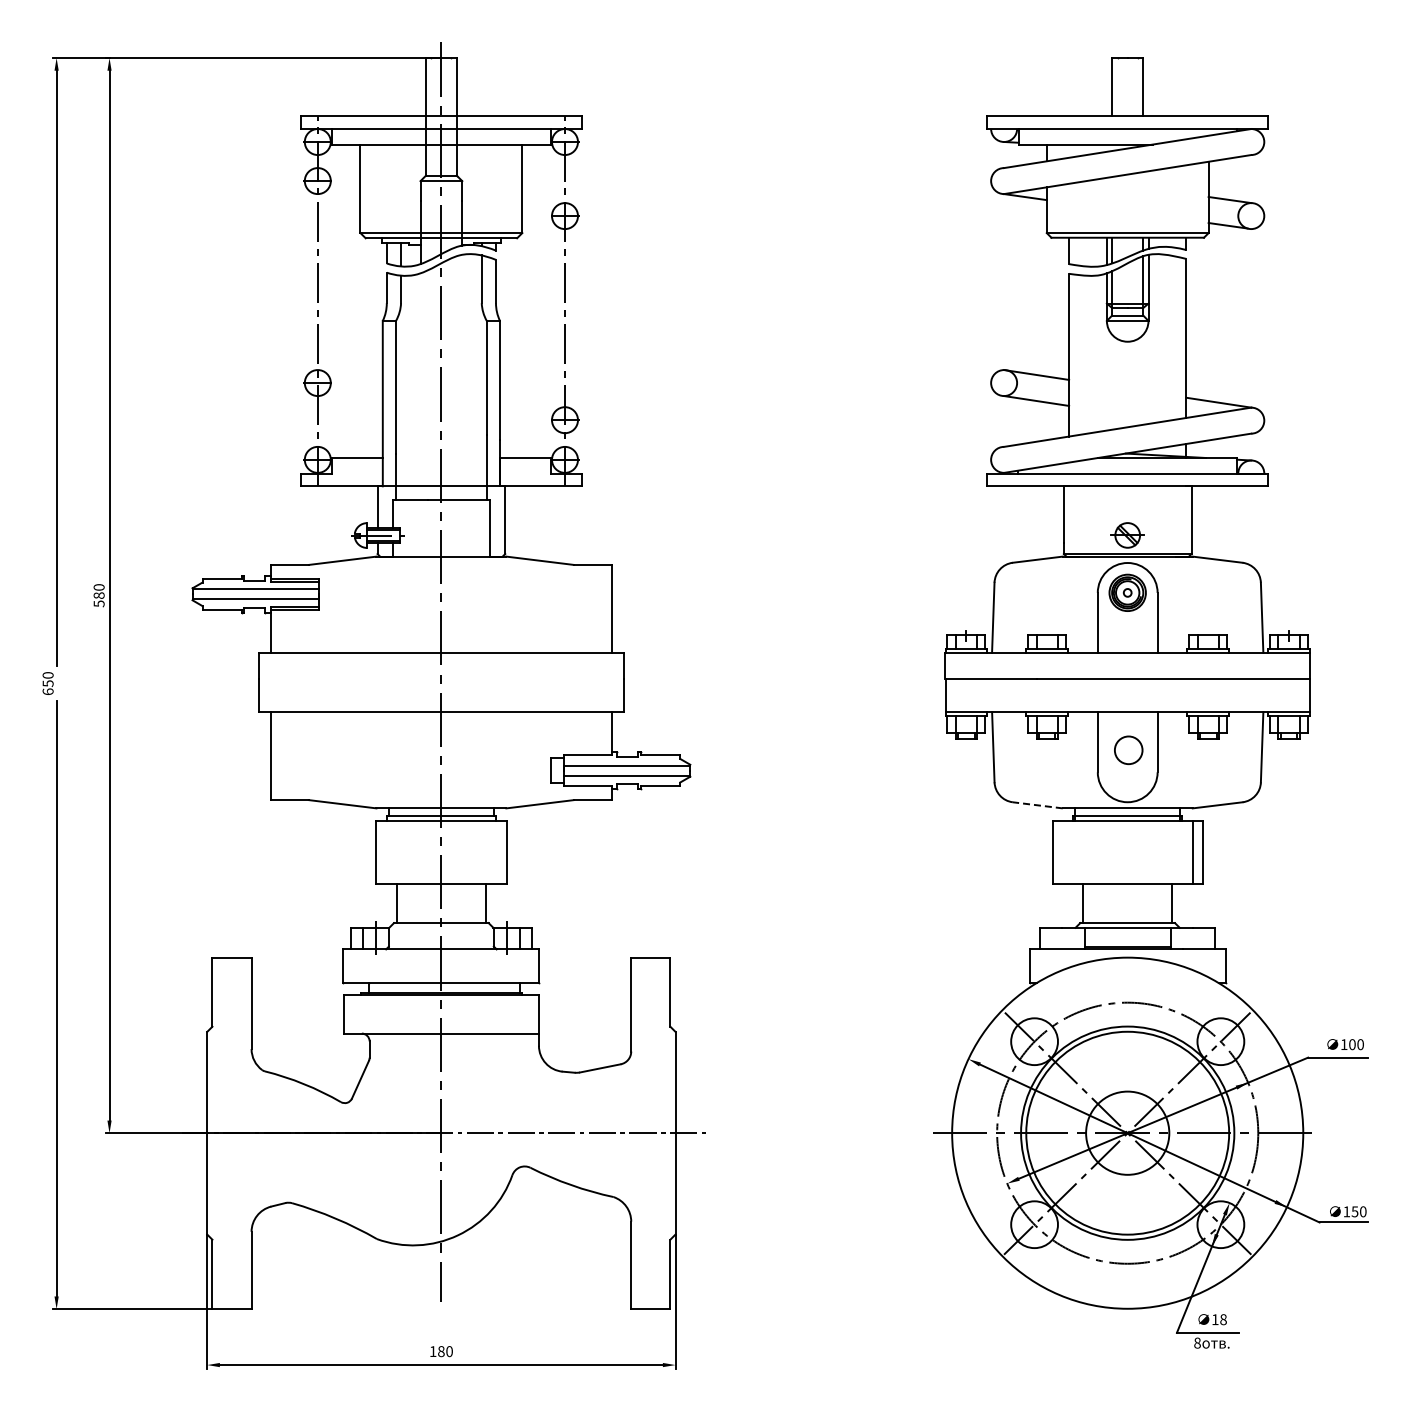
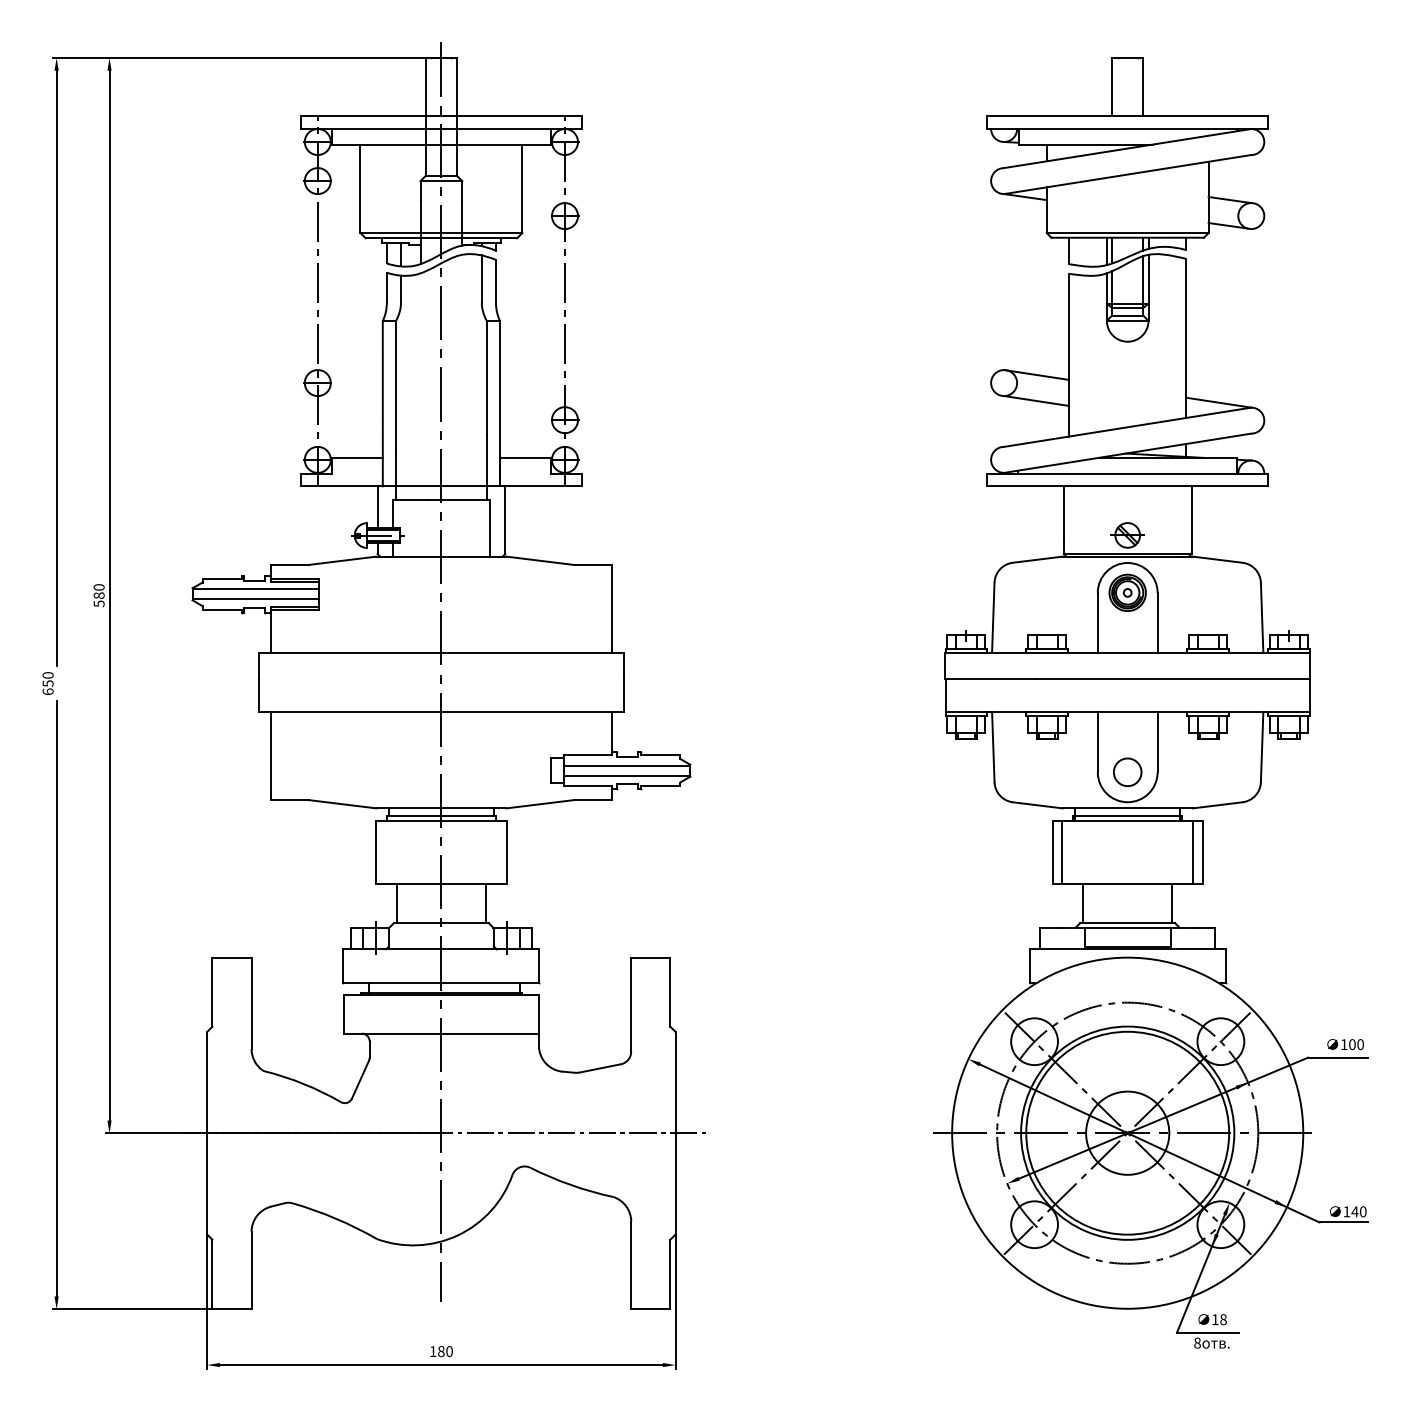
circle at (1128, 750) position: (1128, 750) -> (1127, 772)
line at (1037, 805): dashed -> solid
line at (1062, 852): none -> present
text at (1354, 1211): 150 -> 140
